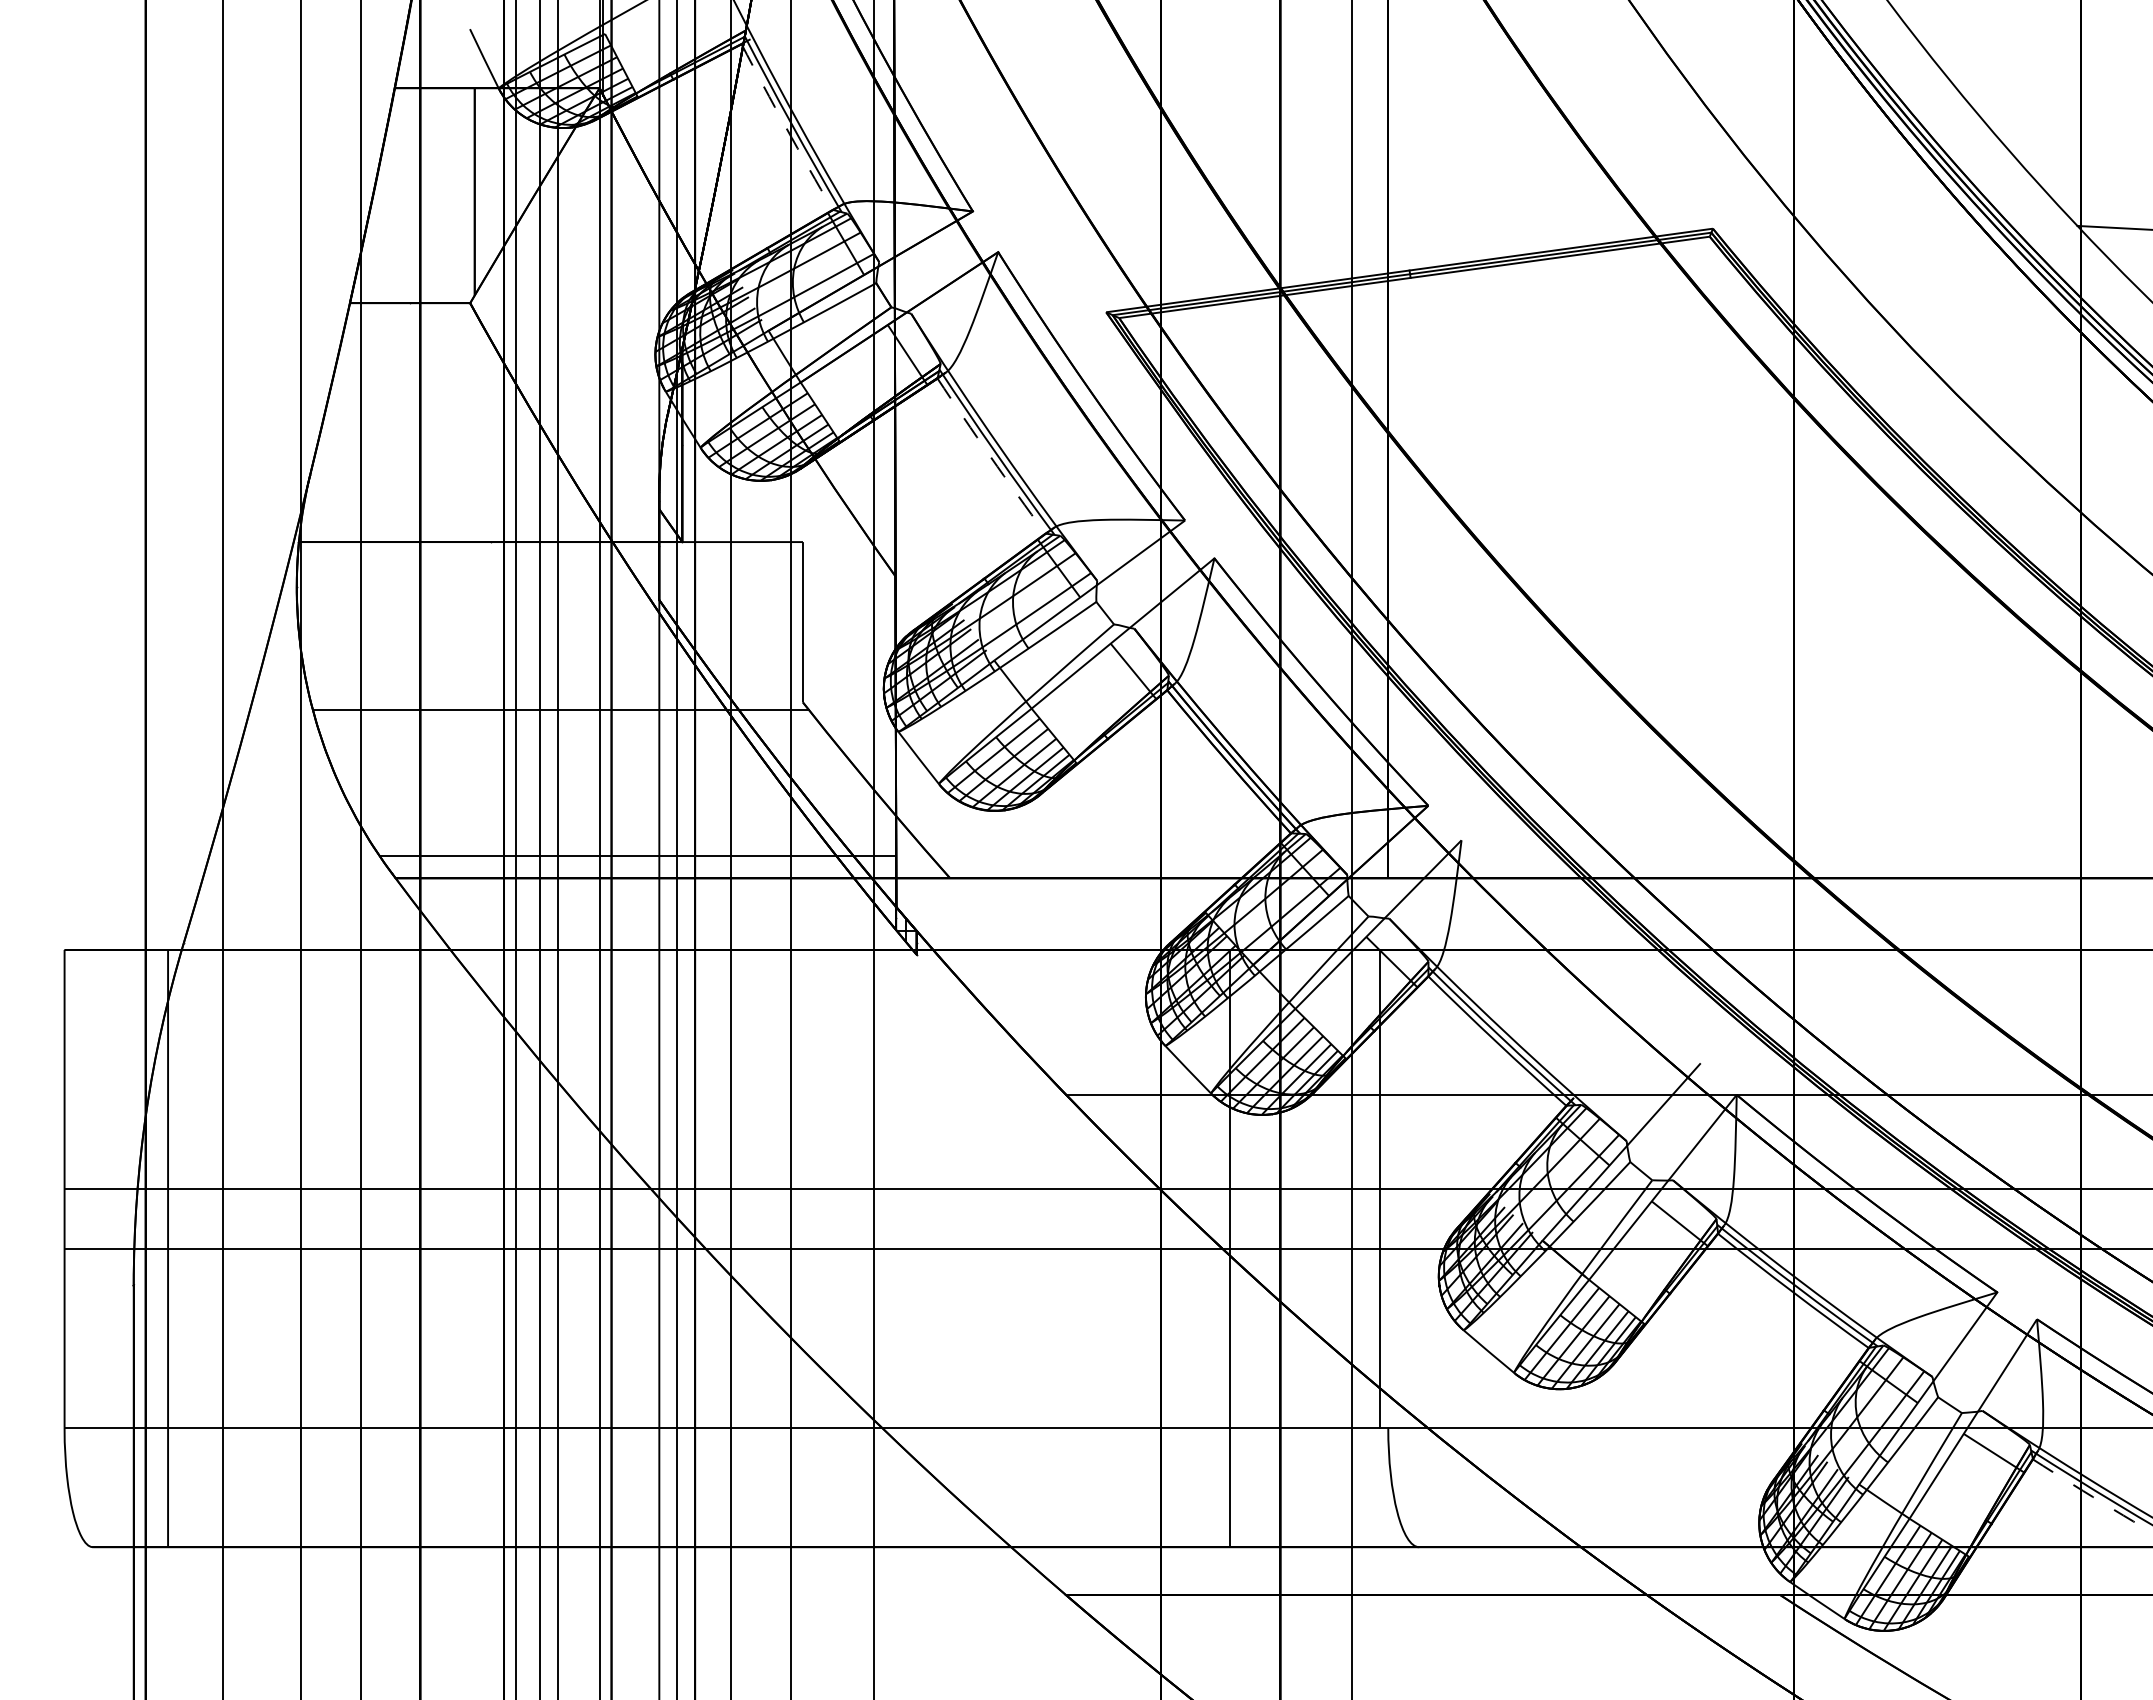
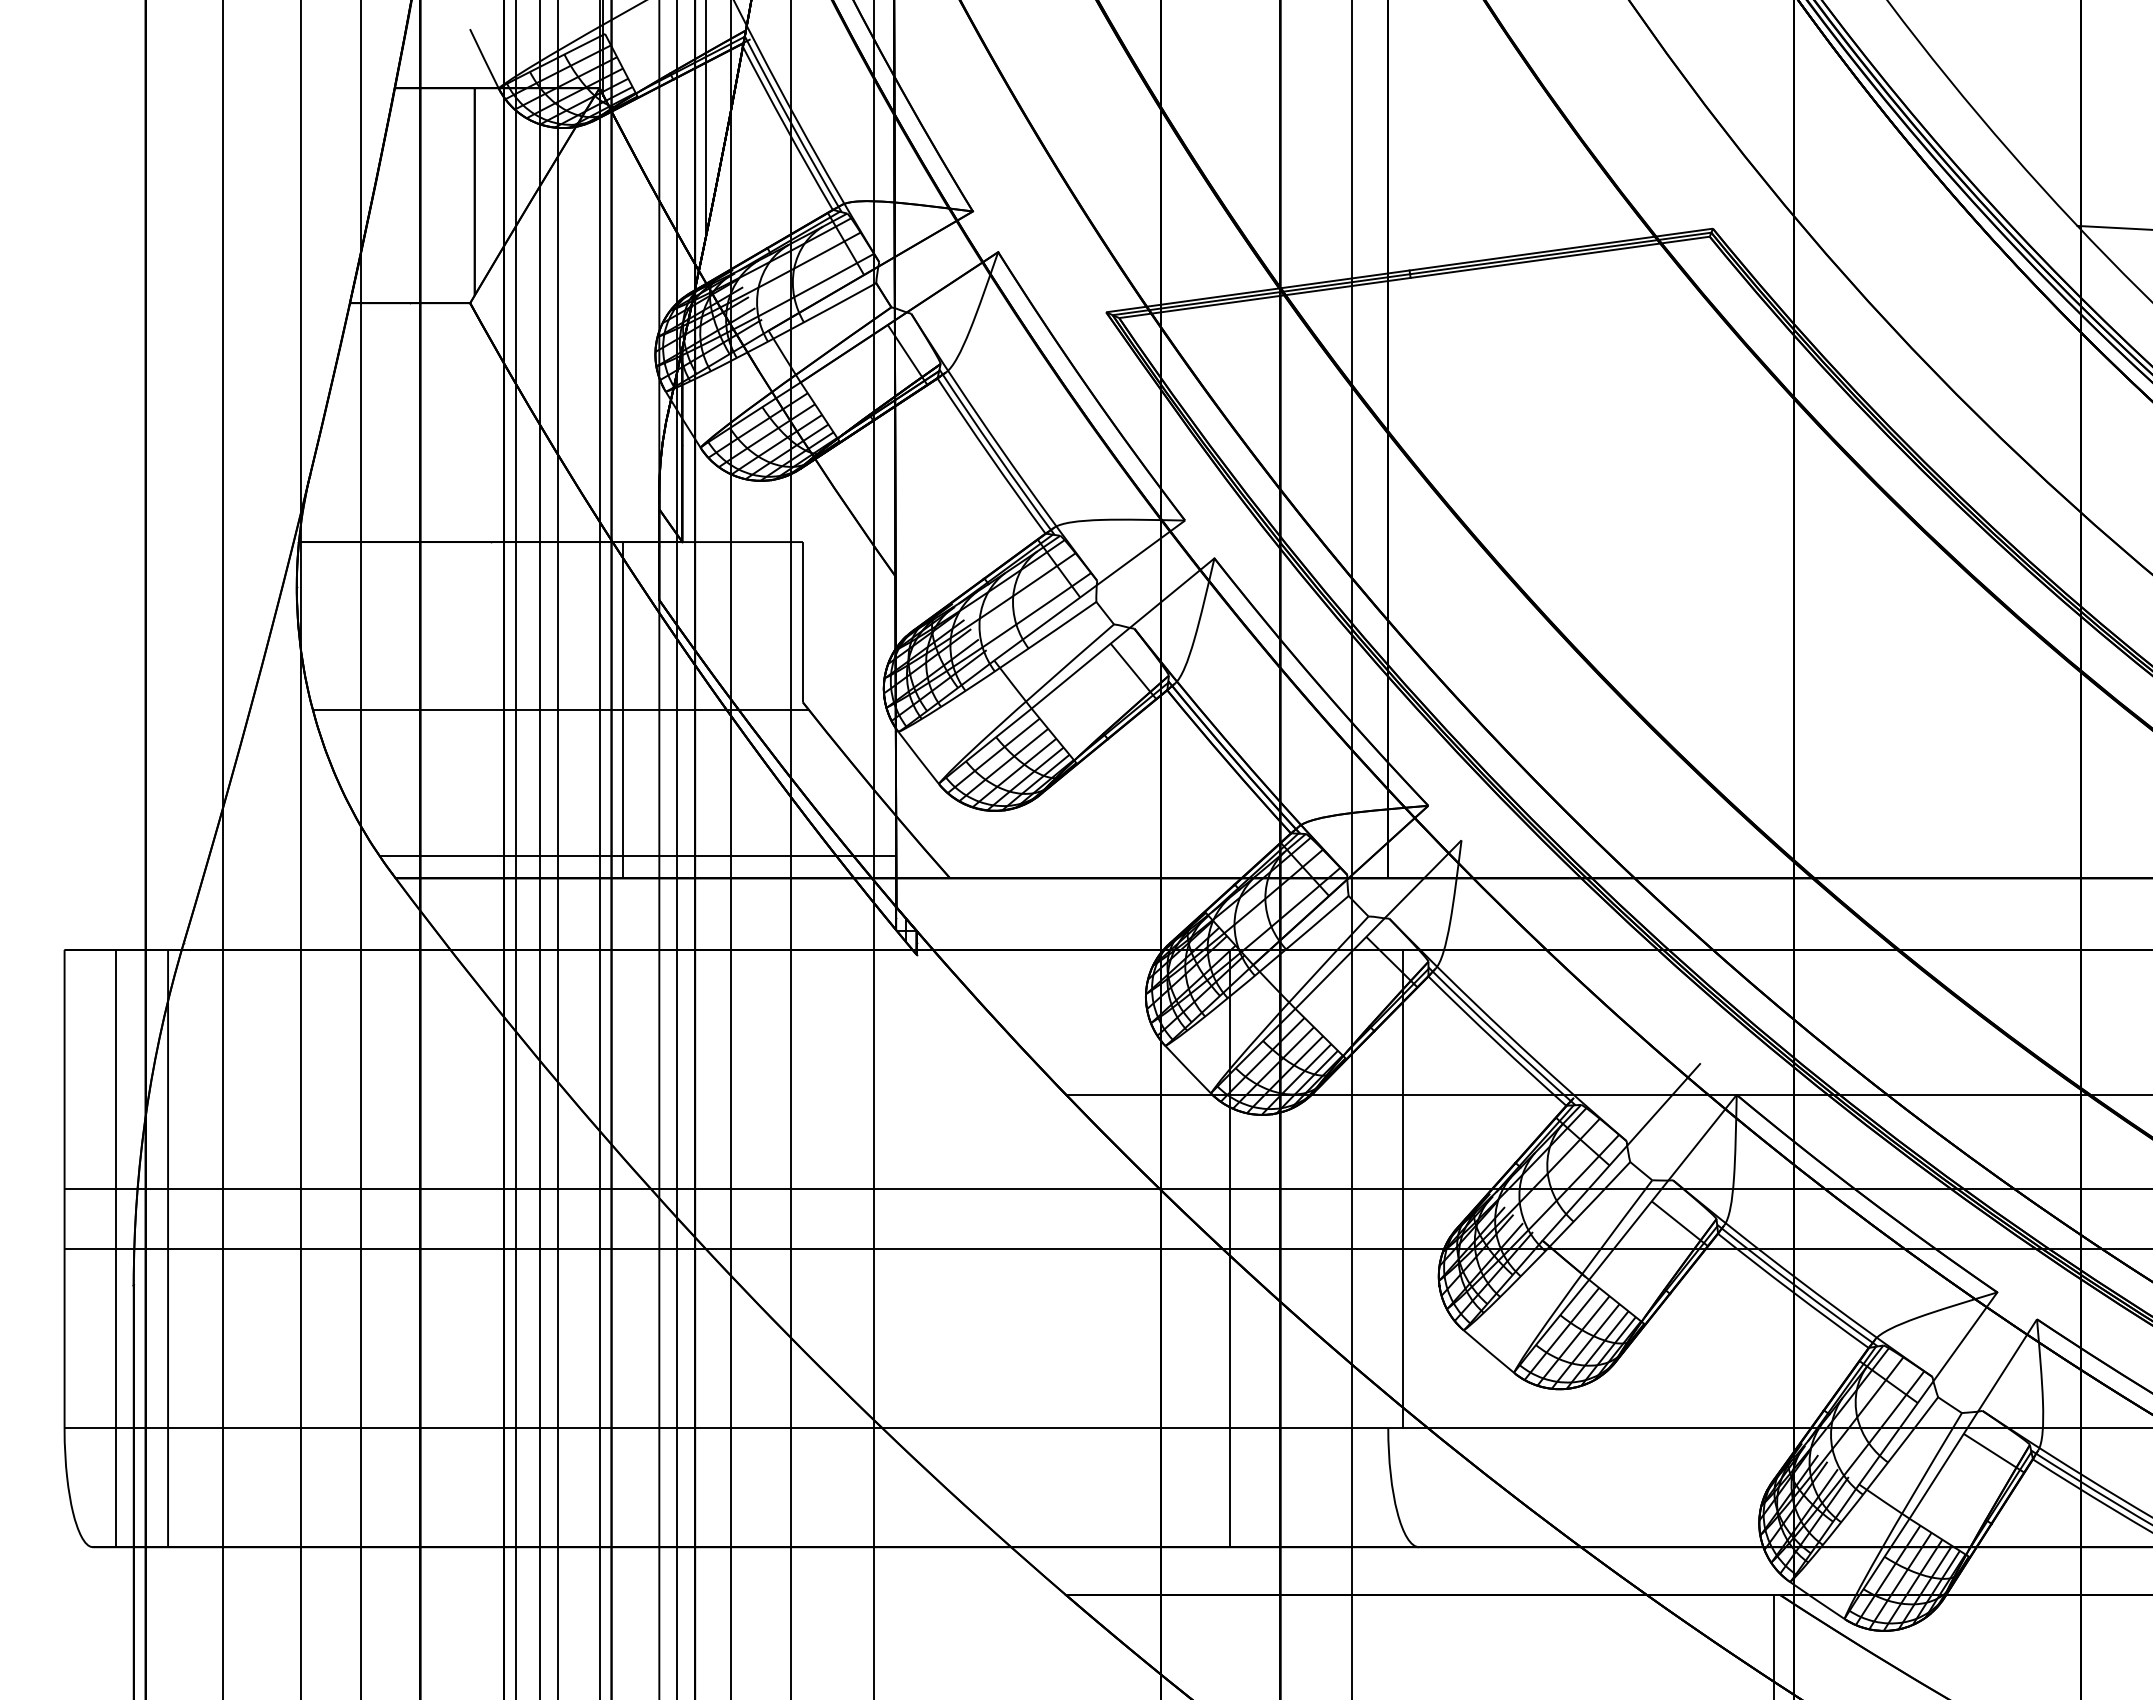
line at (706, 118): none -> present
arc at (786, 127): dashed -> solid
arc at (990, 456): dashed -> solid
line at (623, 710): none -> present
line at (1379, 1188) position: (1379, 1188) -> (1402, 1188)
line at (116, 1248): none -> present
arc at (2093, 1496): dashed -> solid
line at (1774, 1645): none -> present
